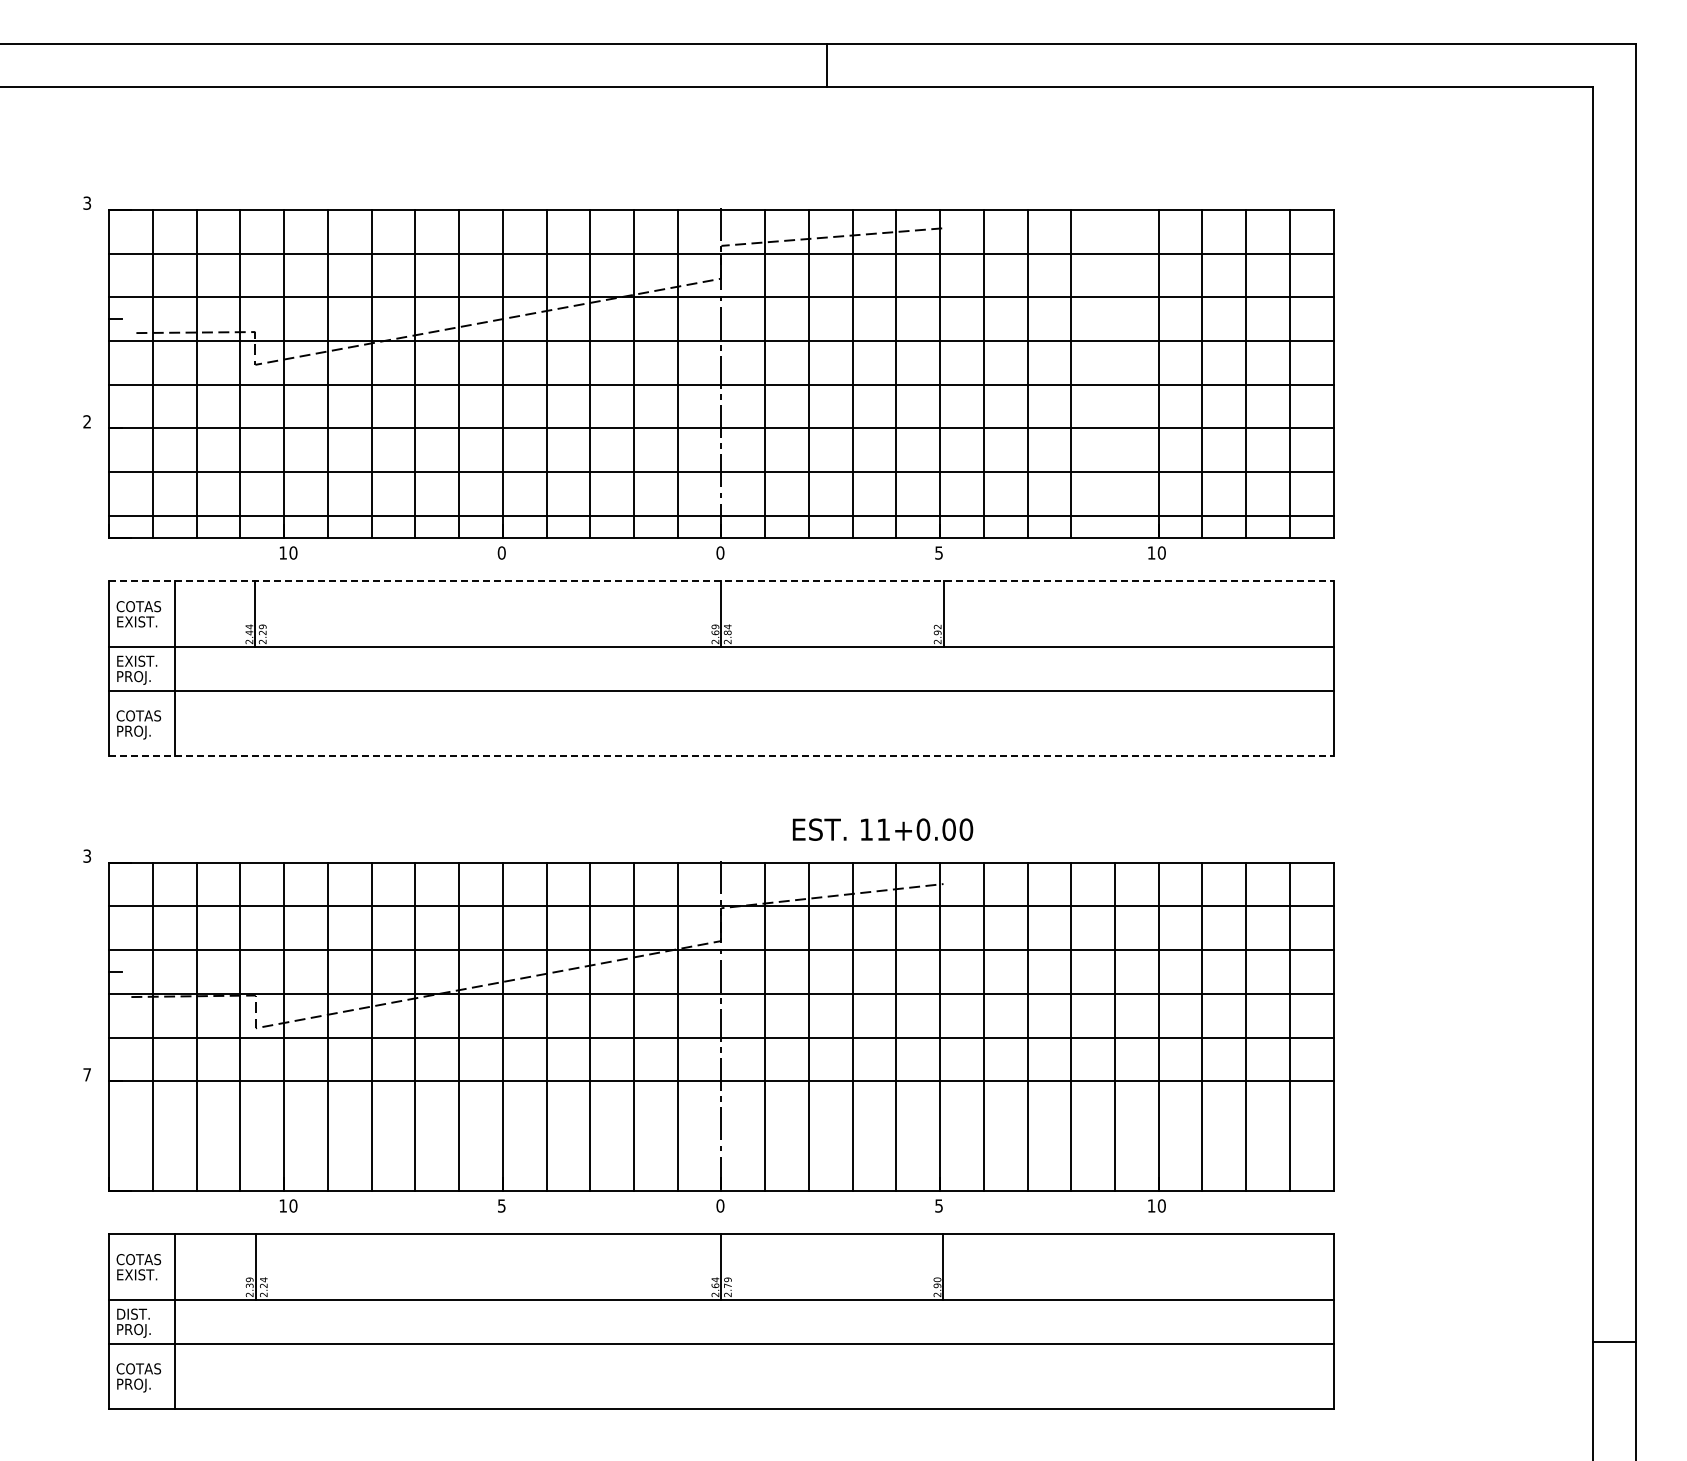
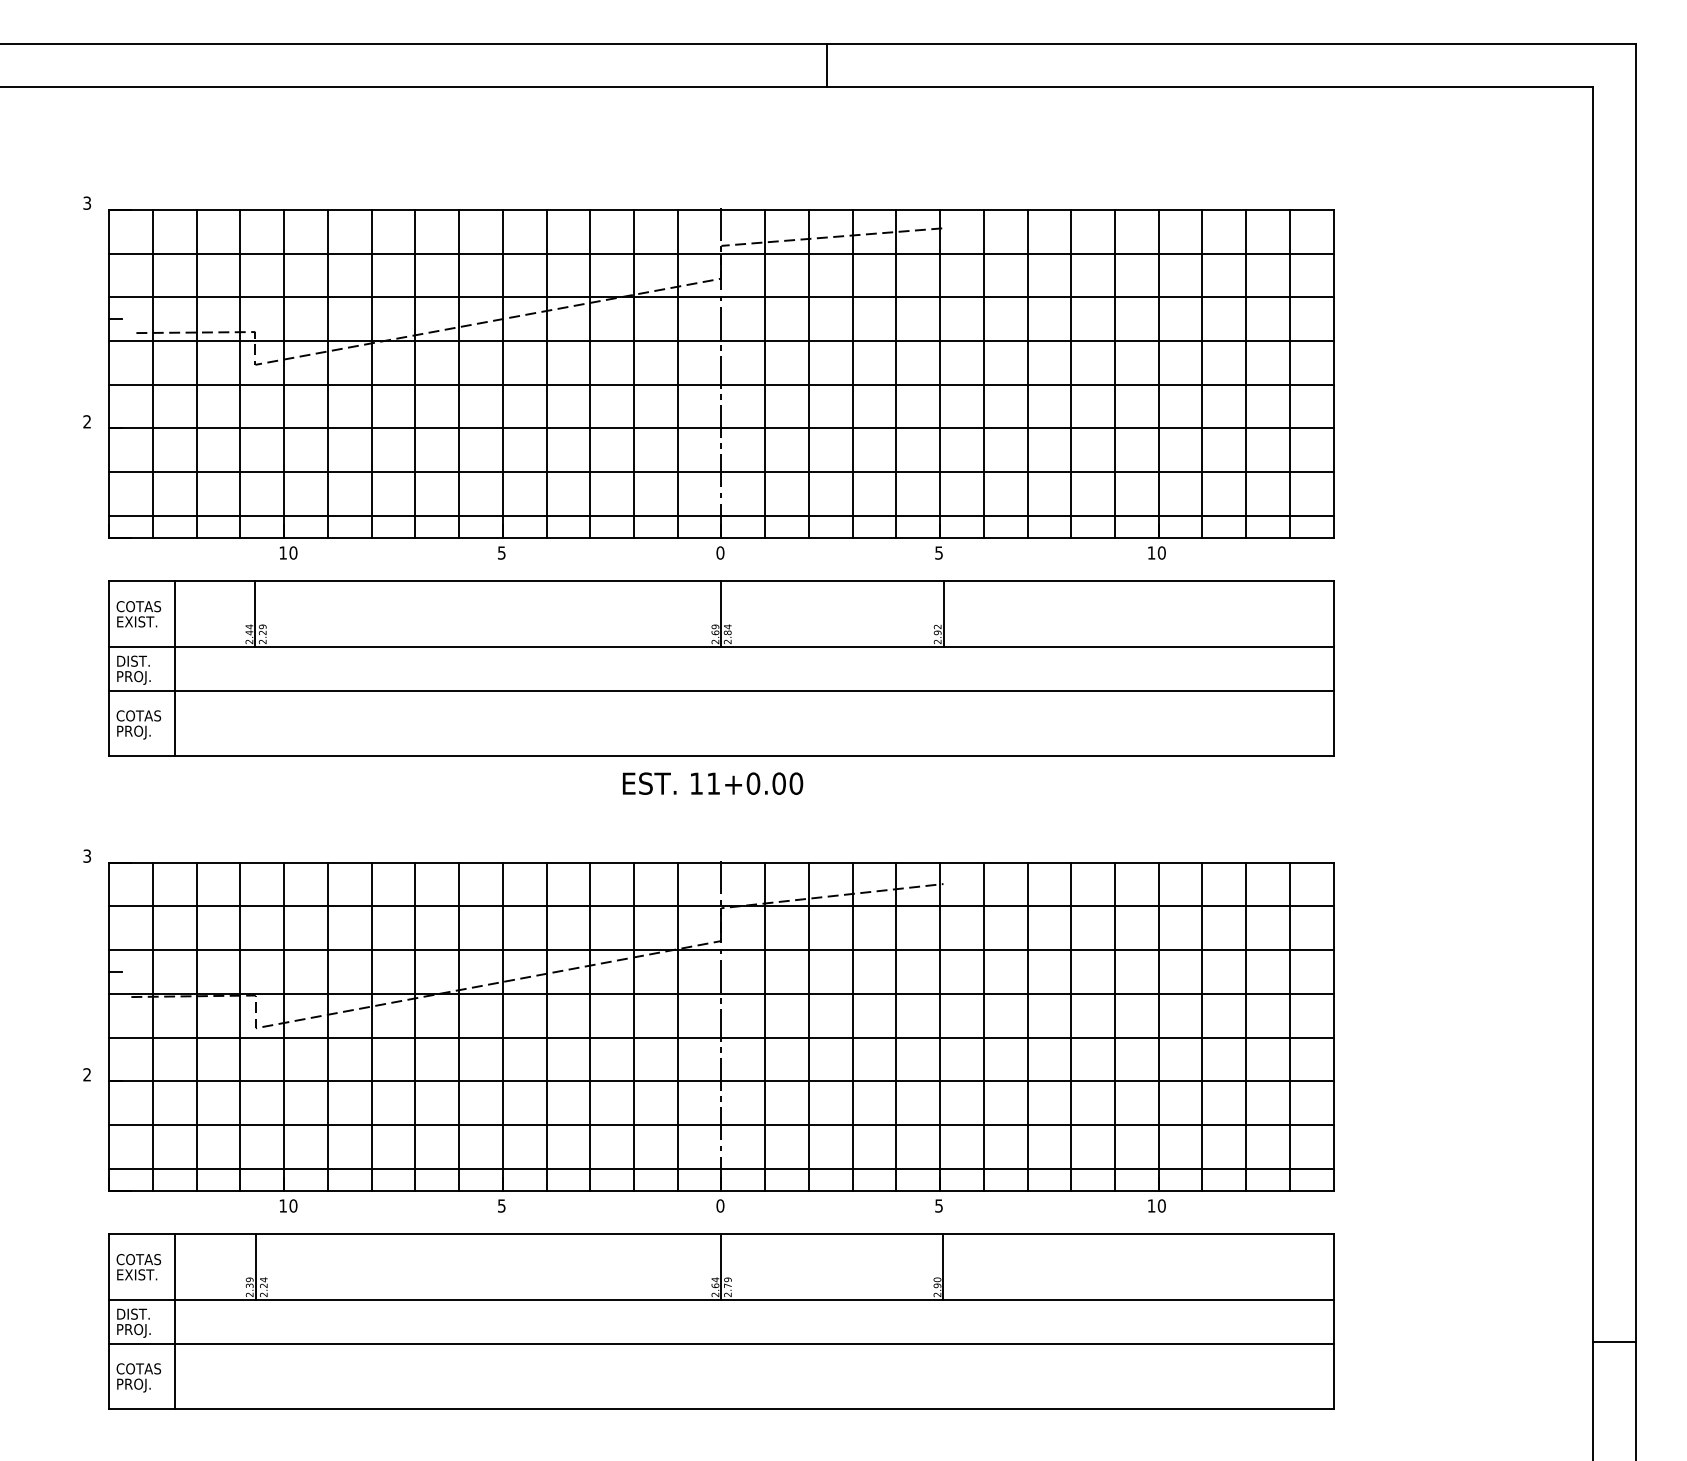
line at (1114, 373): none -> present
text at (501, 552): 0 -> 5
line at (721, 581): dashed -> solid
text at (137, 660): EXIST. -> DIST.
line at (721, 756): dashed -> solid
text at (883, 829) position: (883, 829) -> (713, 783)
text at (86, 1074): 7 -> 2
line at (721, 1125): none -> present
line at (721, 1168): none -> present
